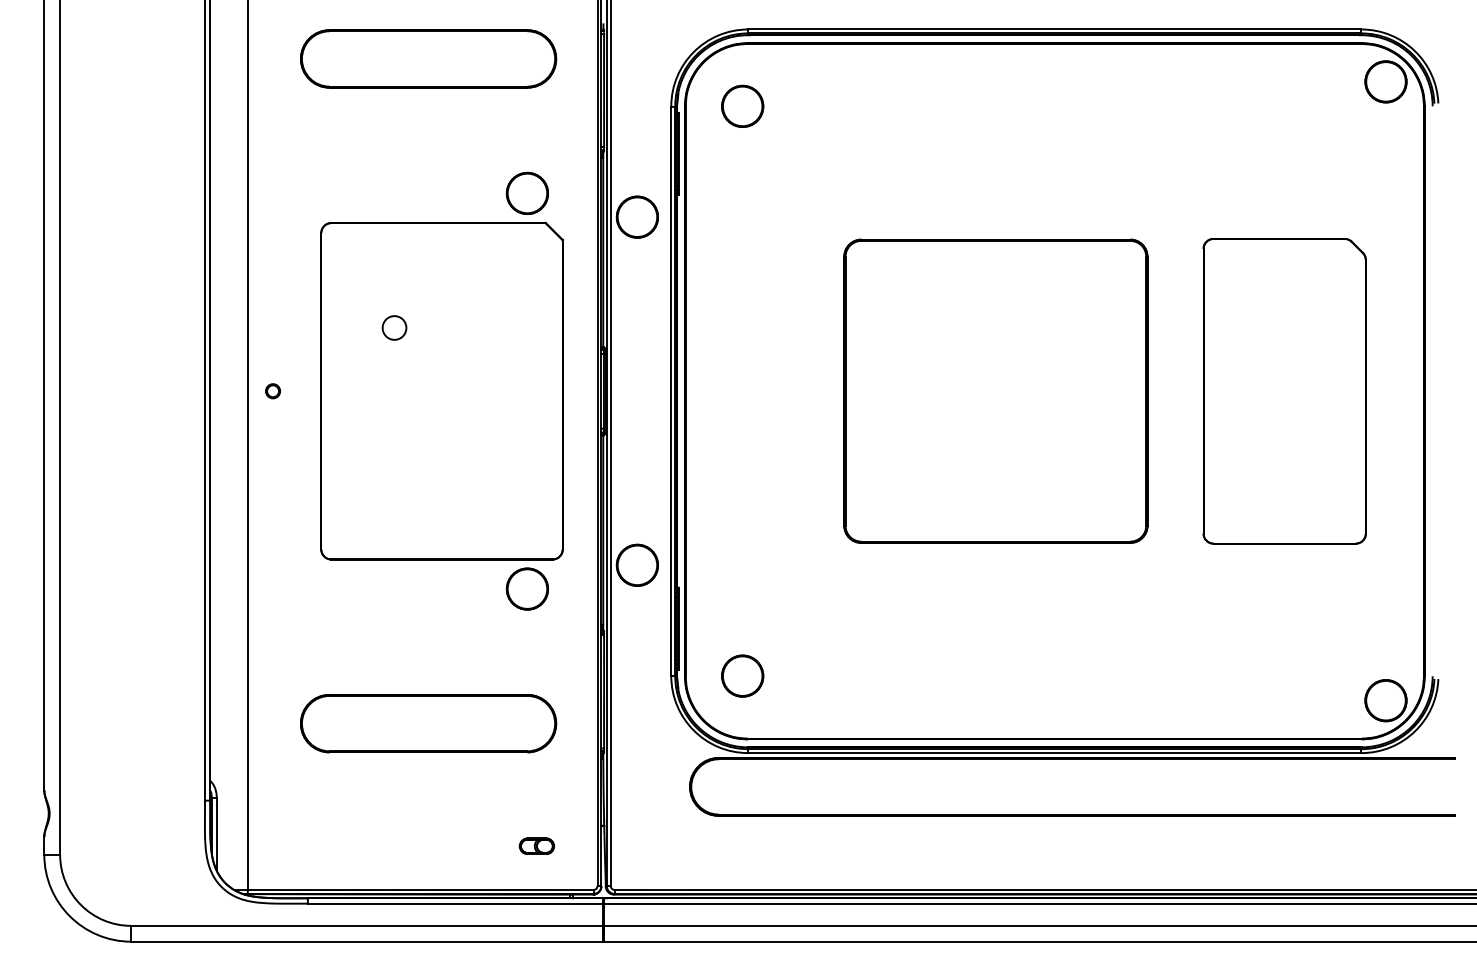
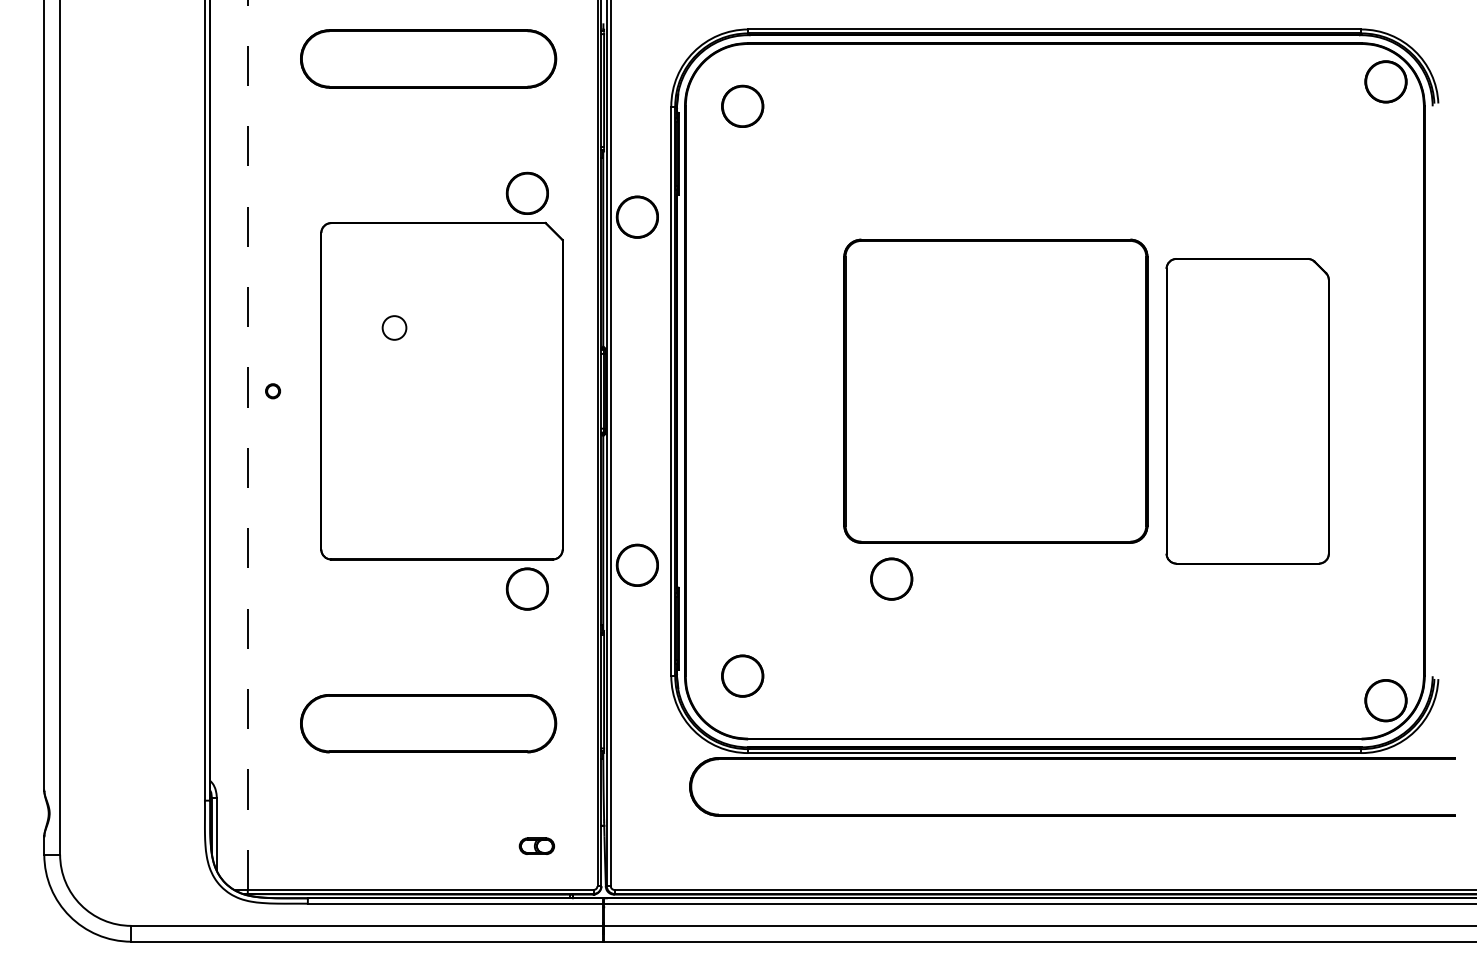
part at (1284, 391) position: (1284, 391) -> (1247, 411)
line at (247, 445): solid -> dashed
circle at (891, 578): none -> present
